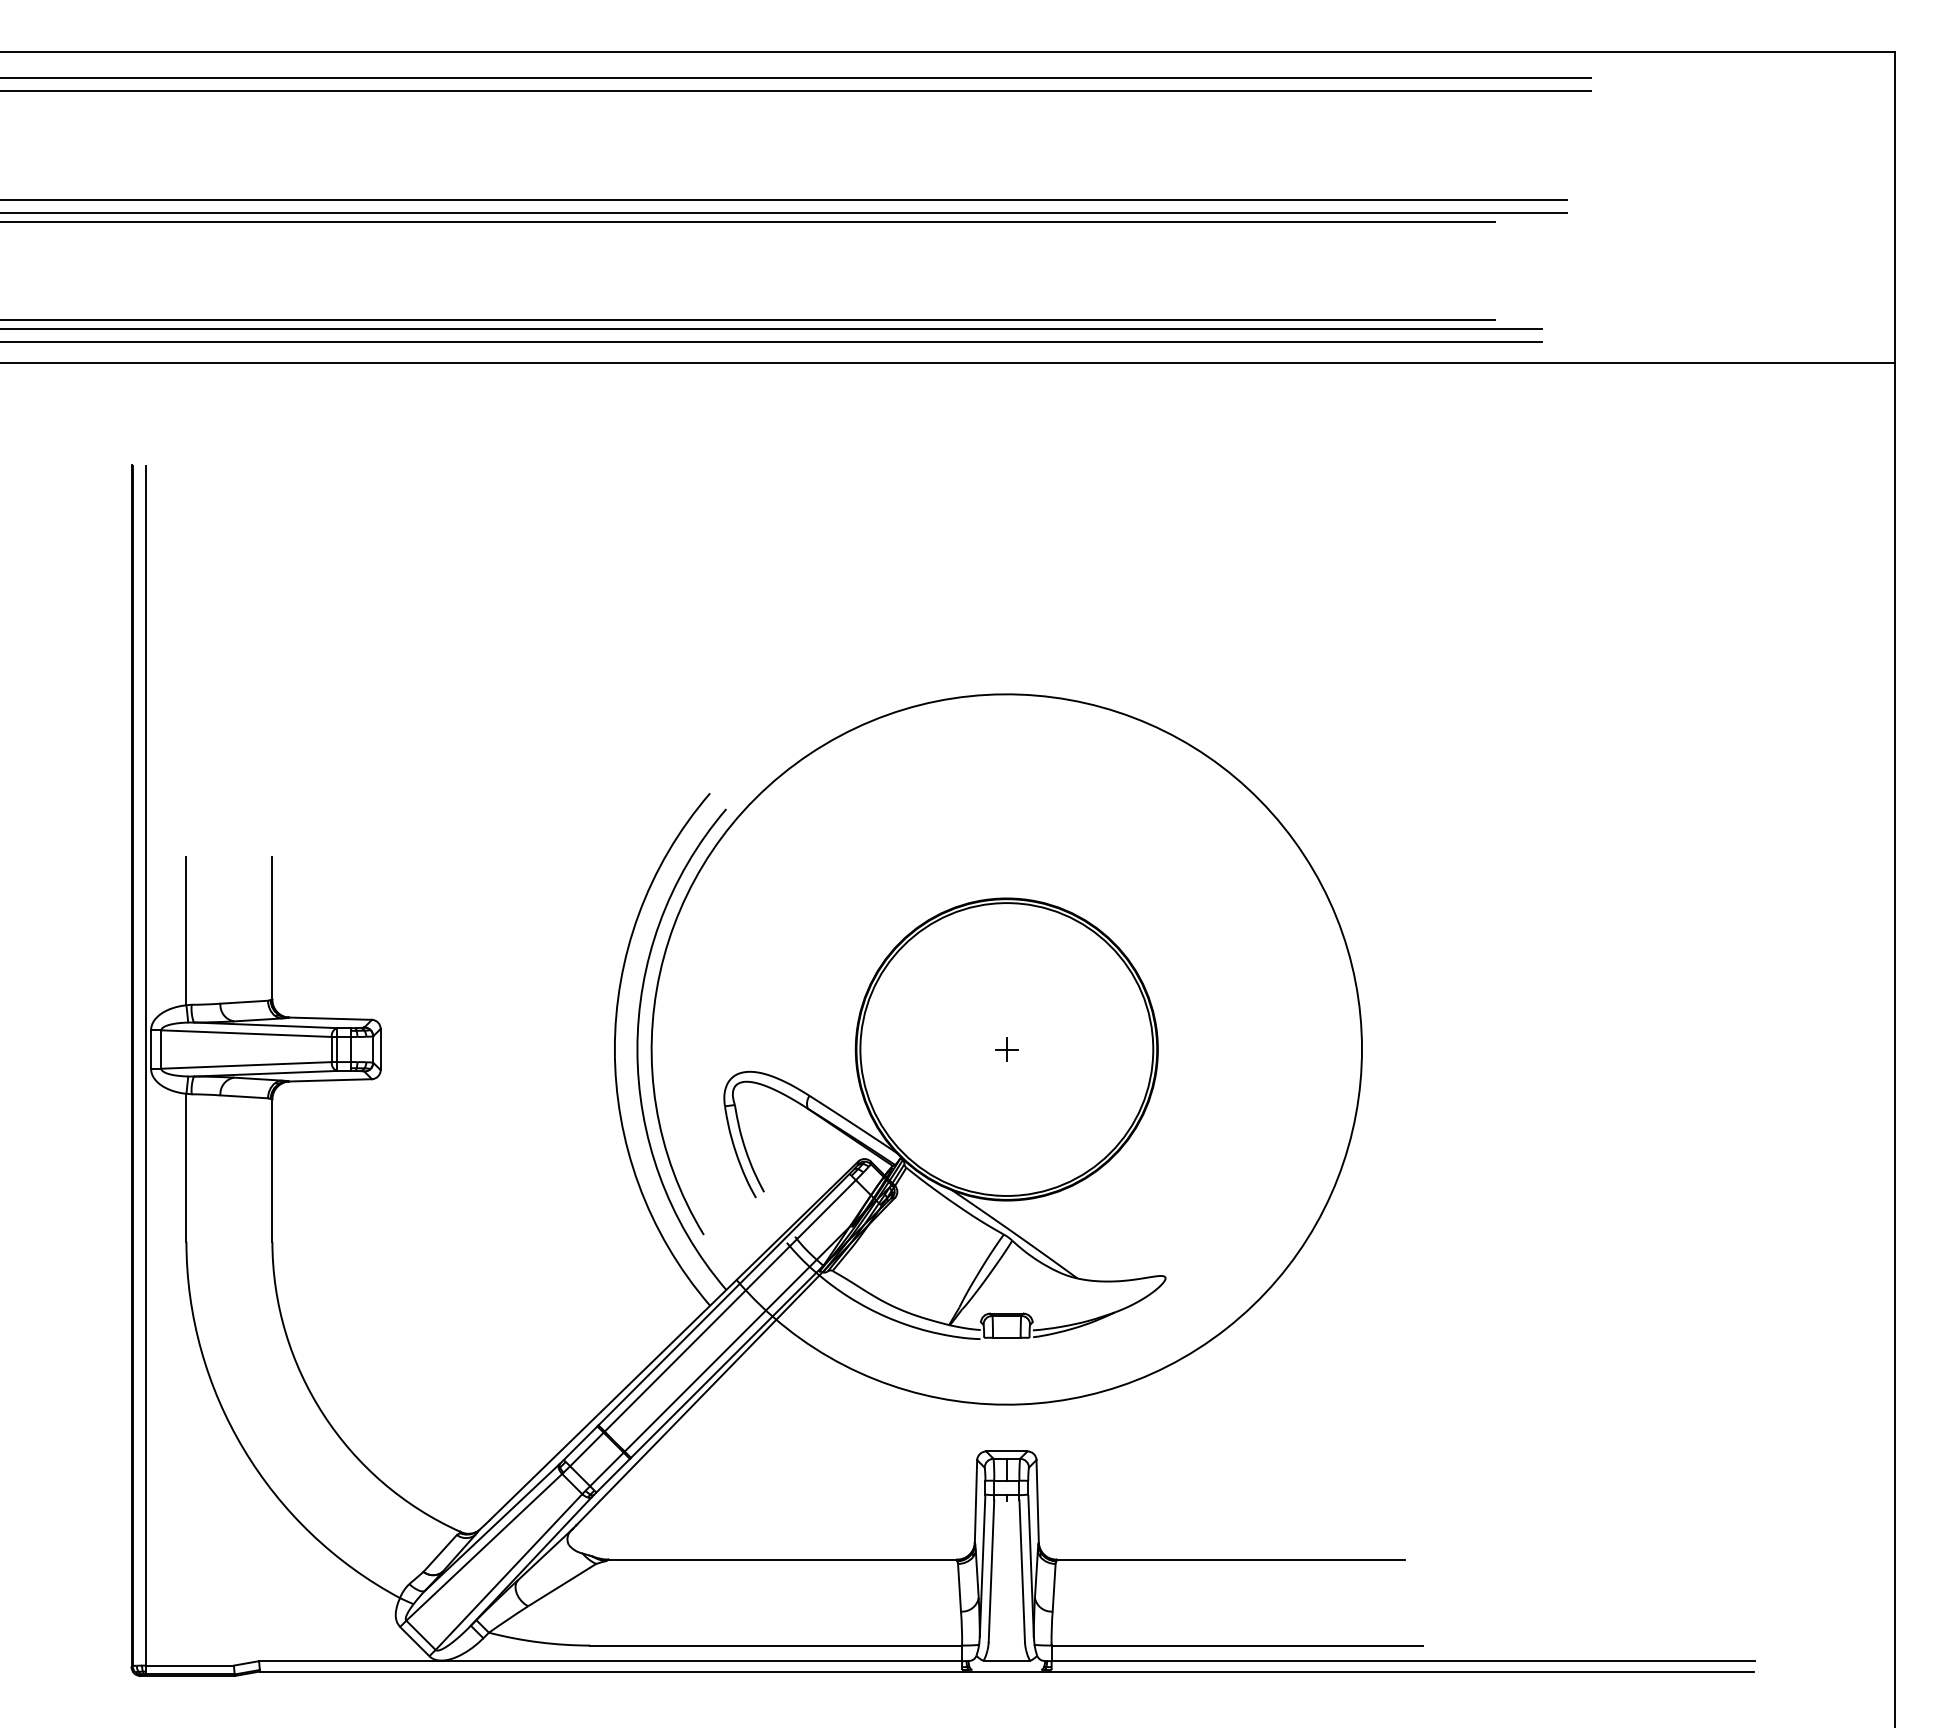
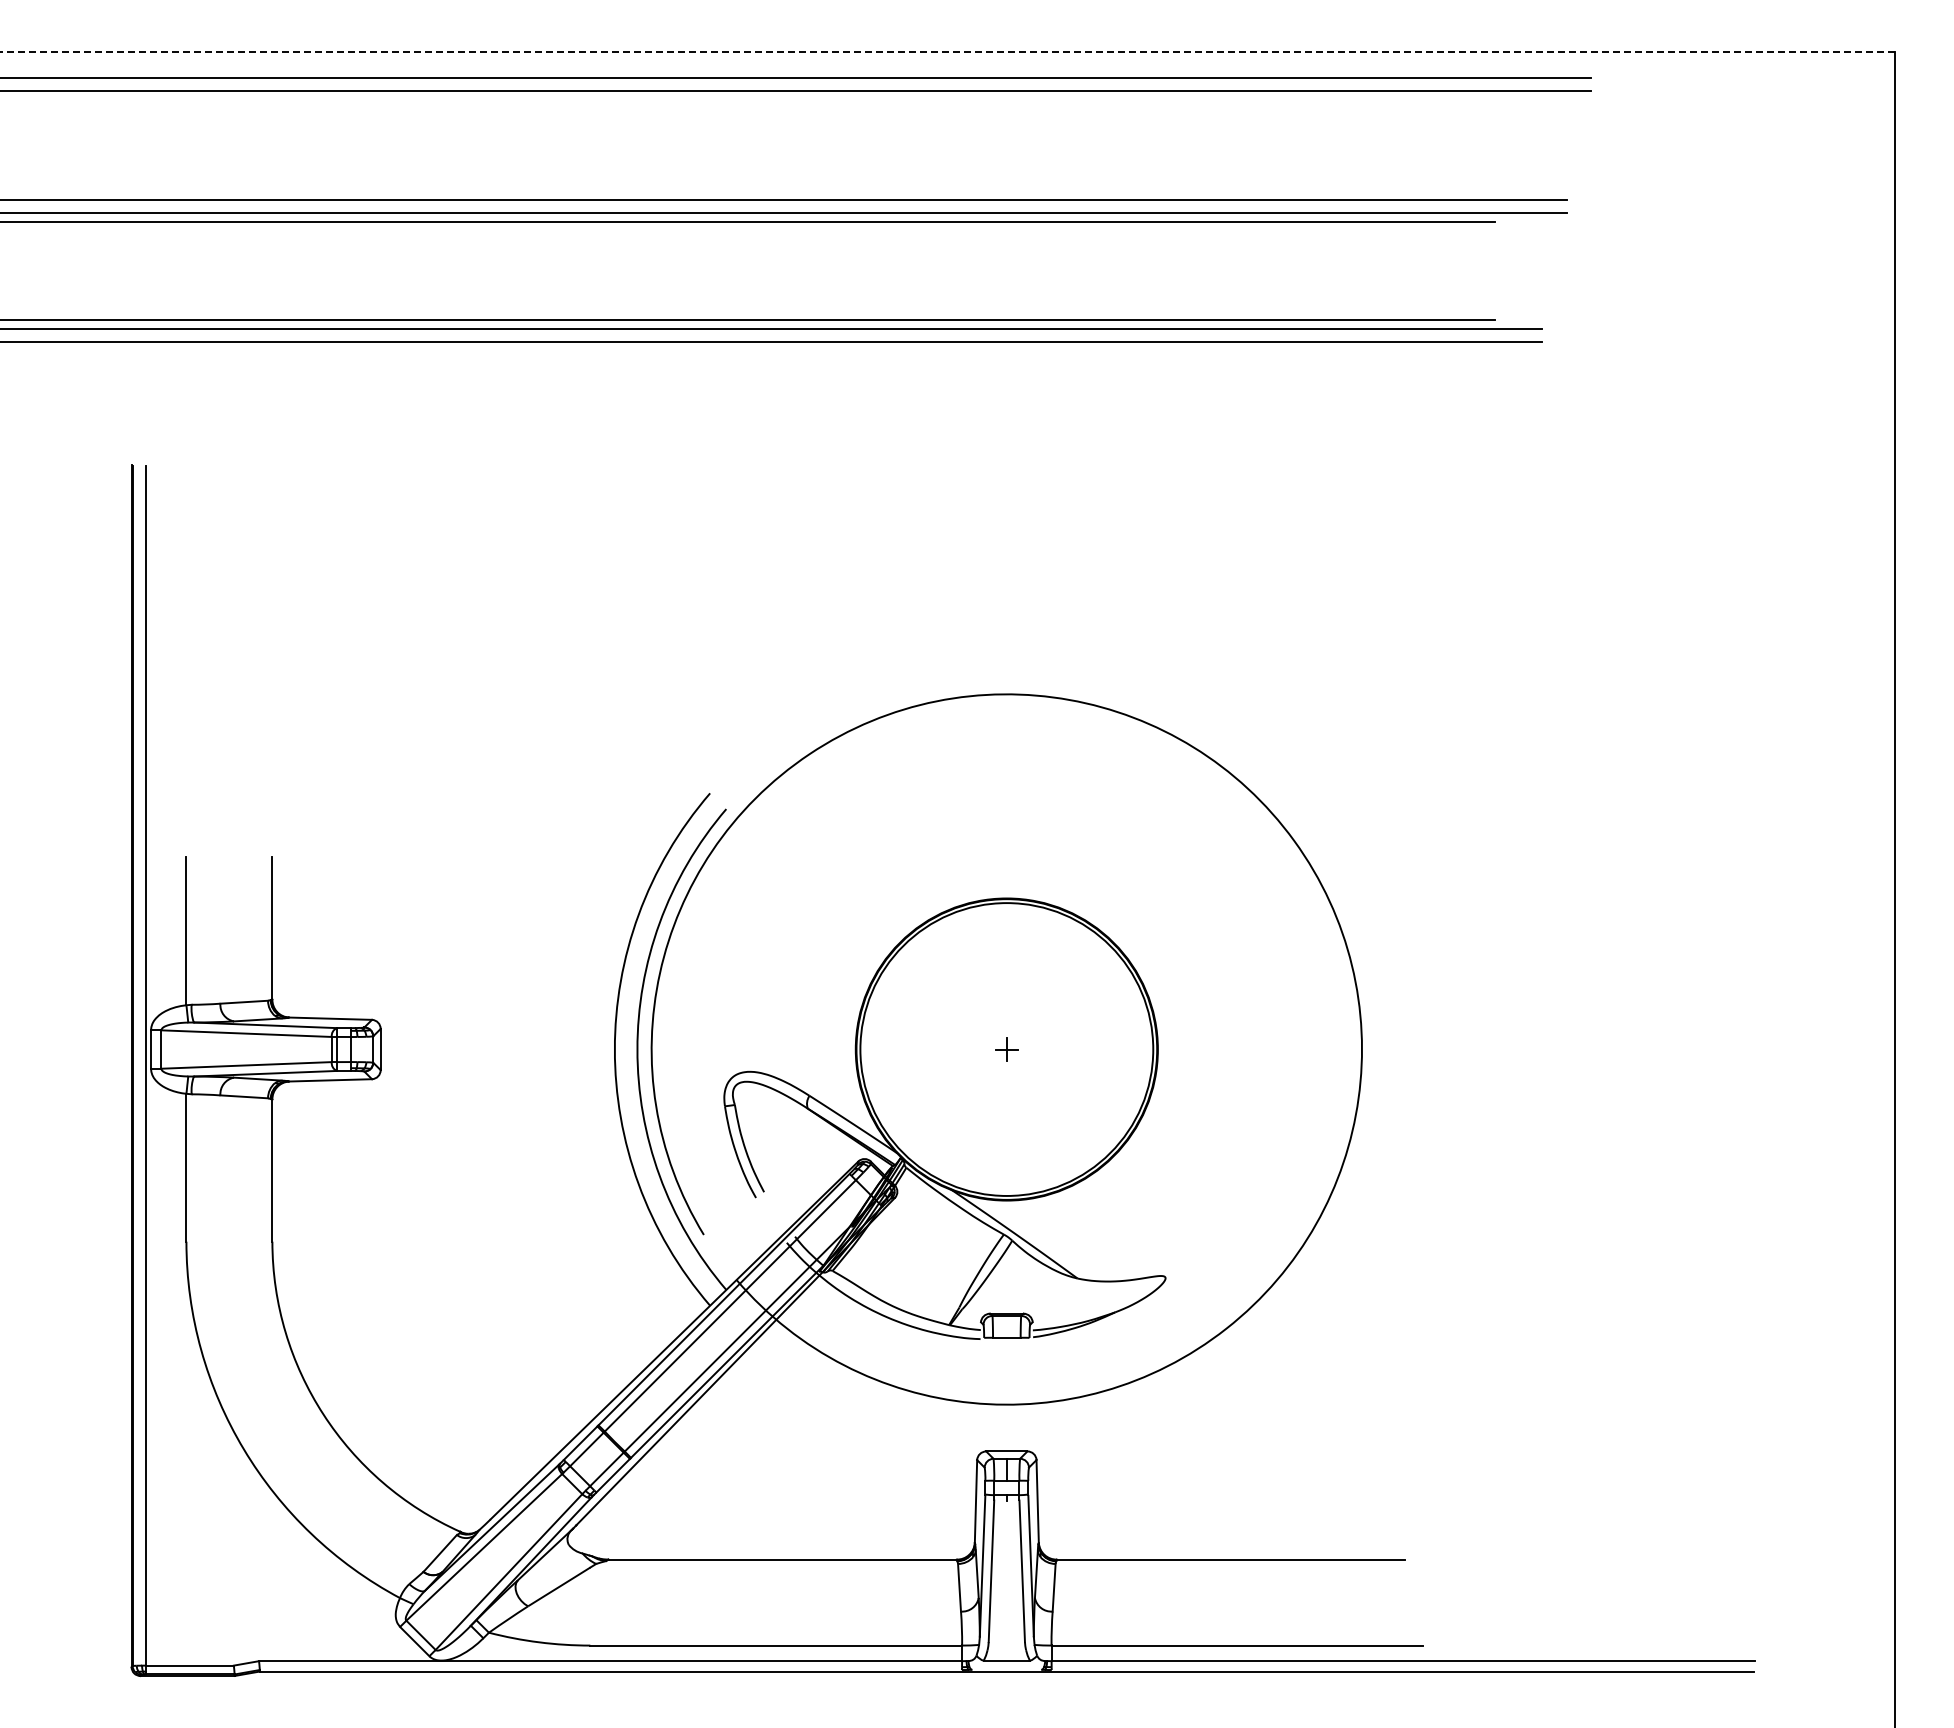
line at (947, 52): solid -> dashed
line at (948, 362): present -> none
